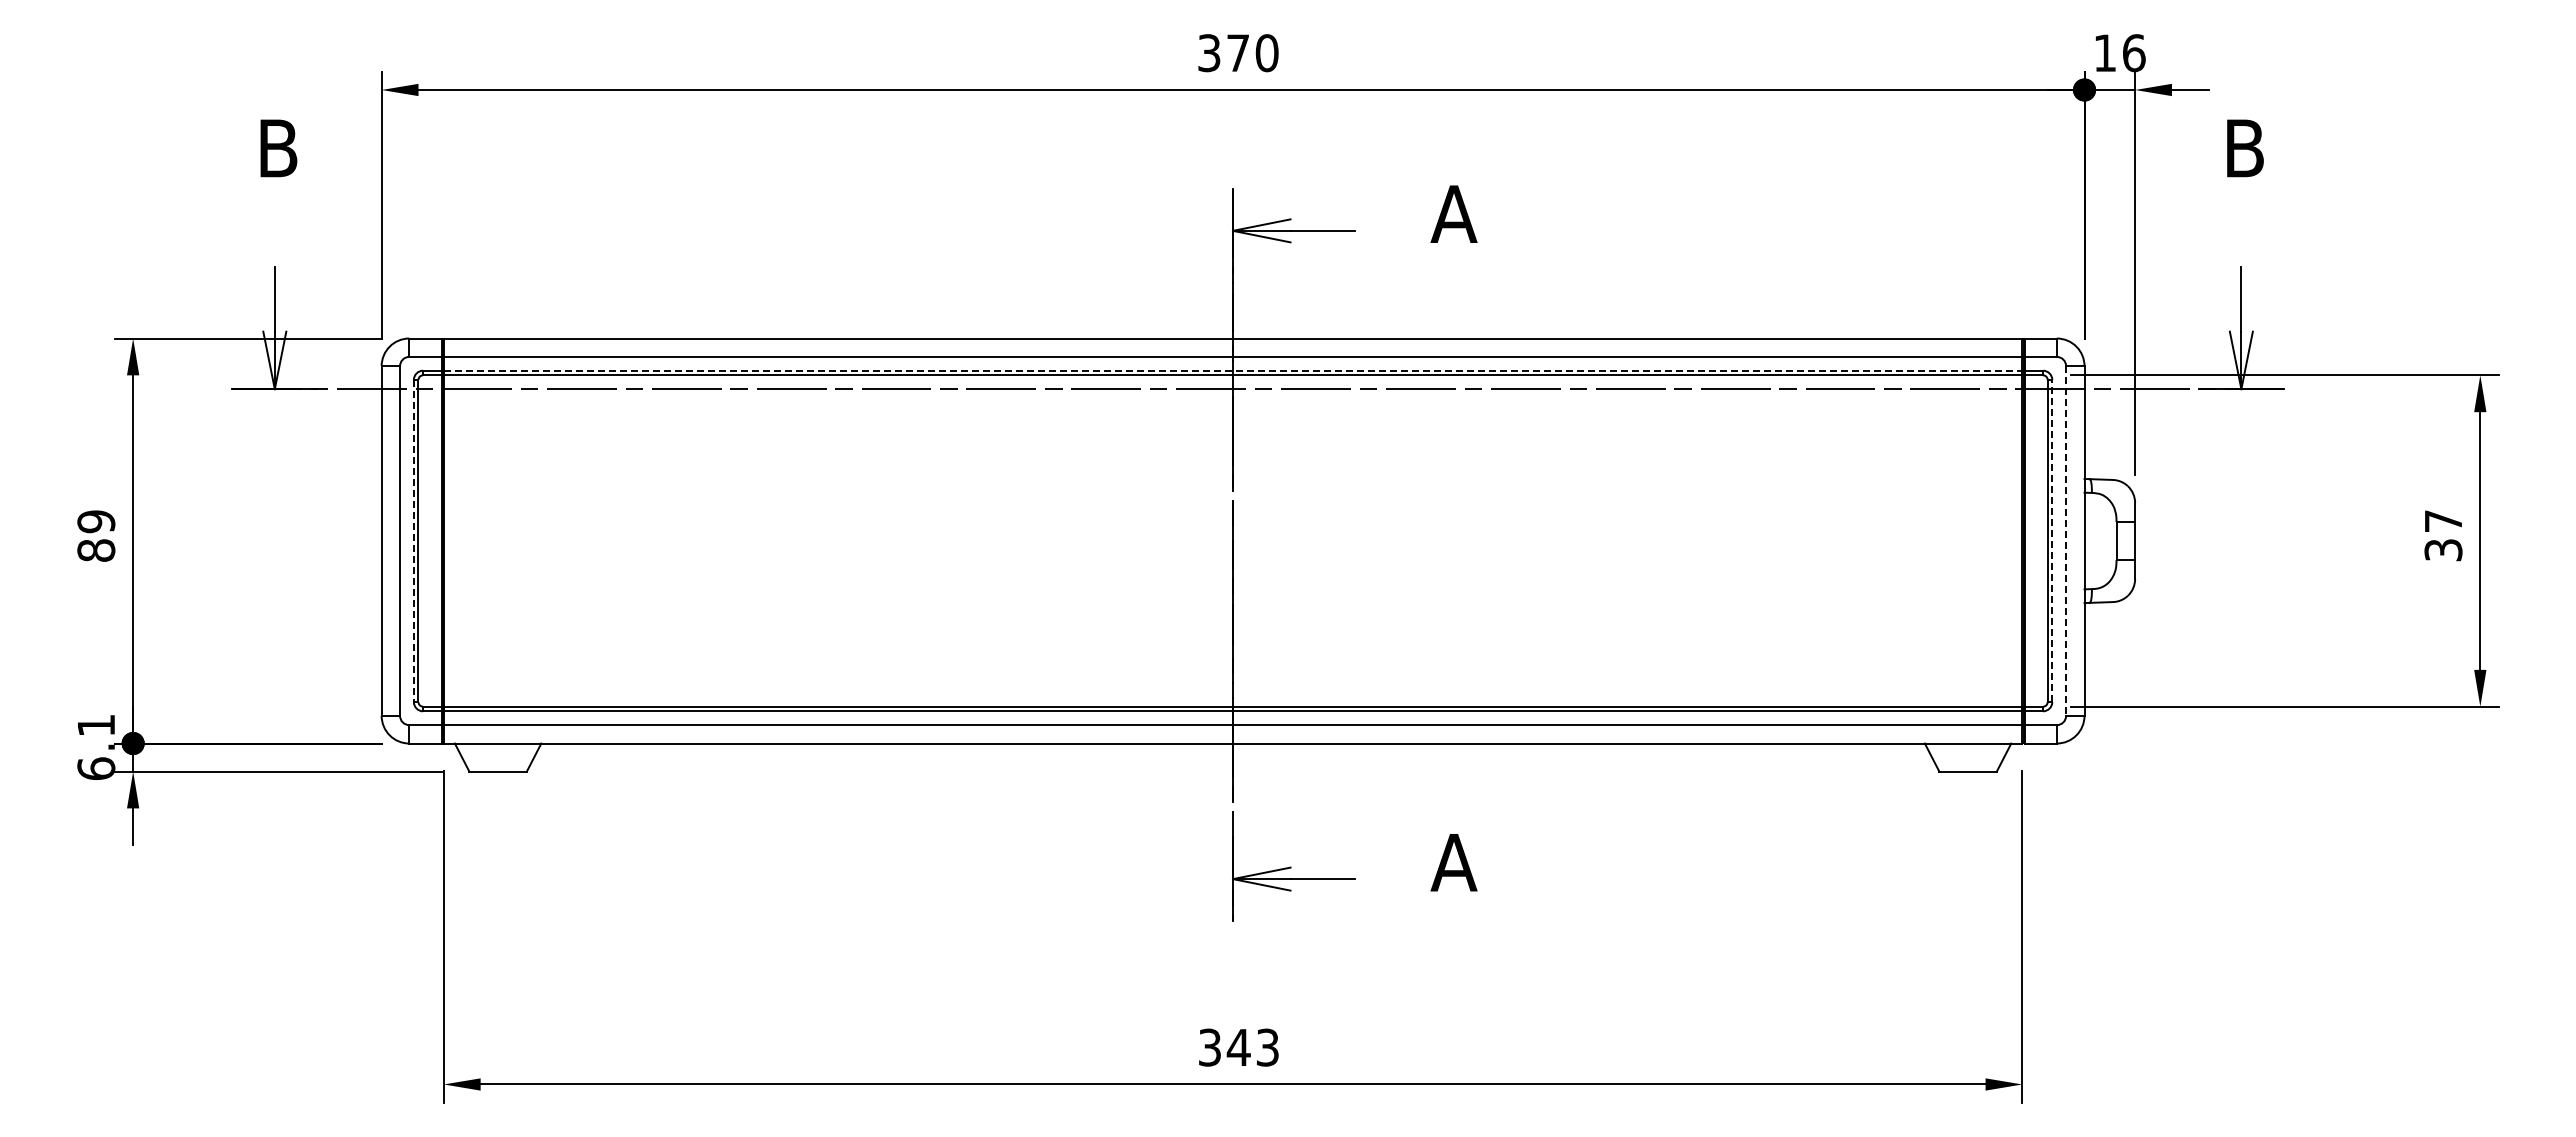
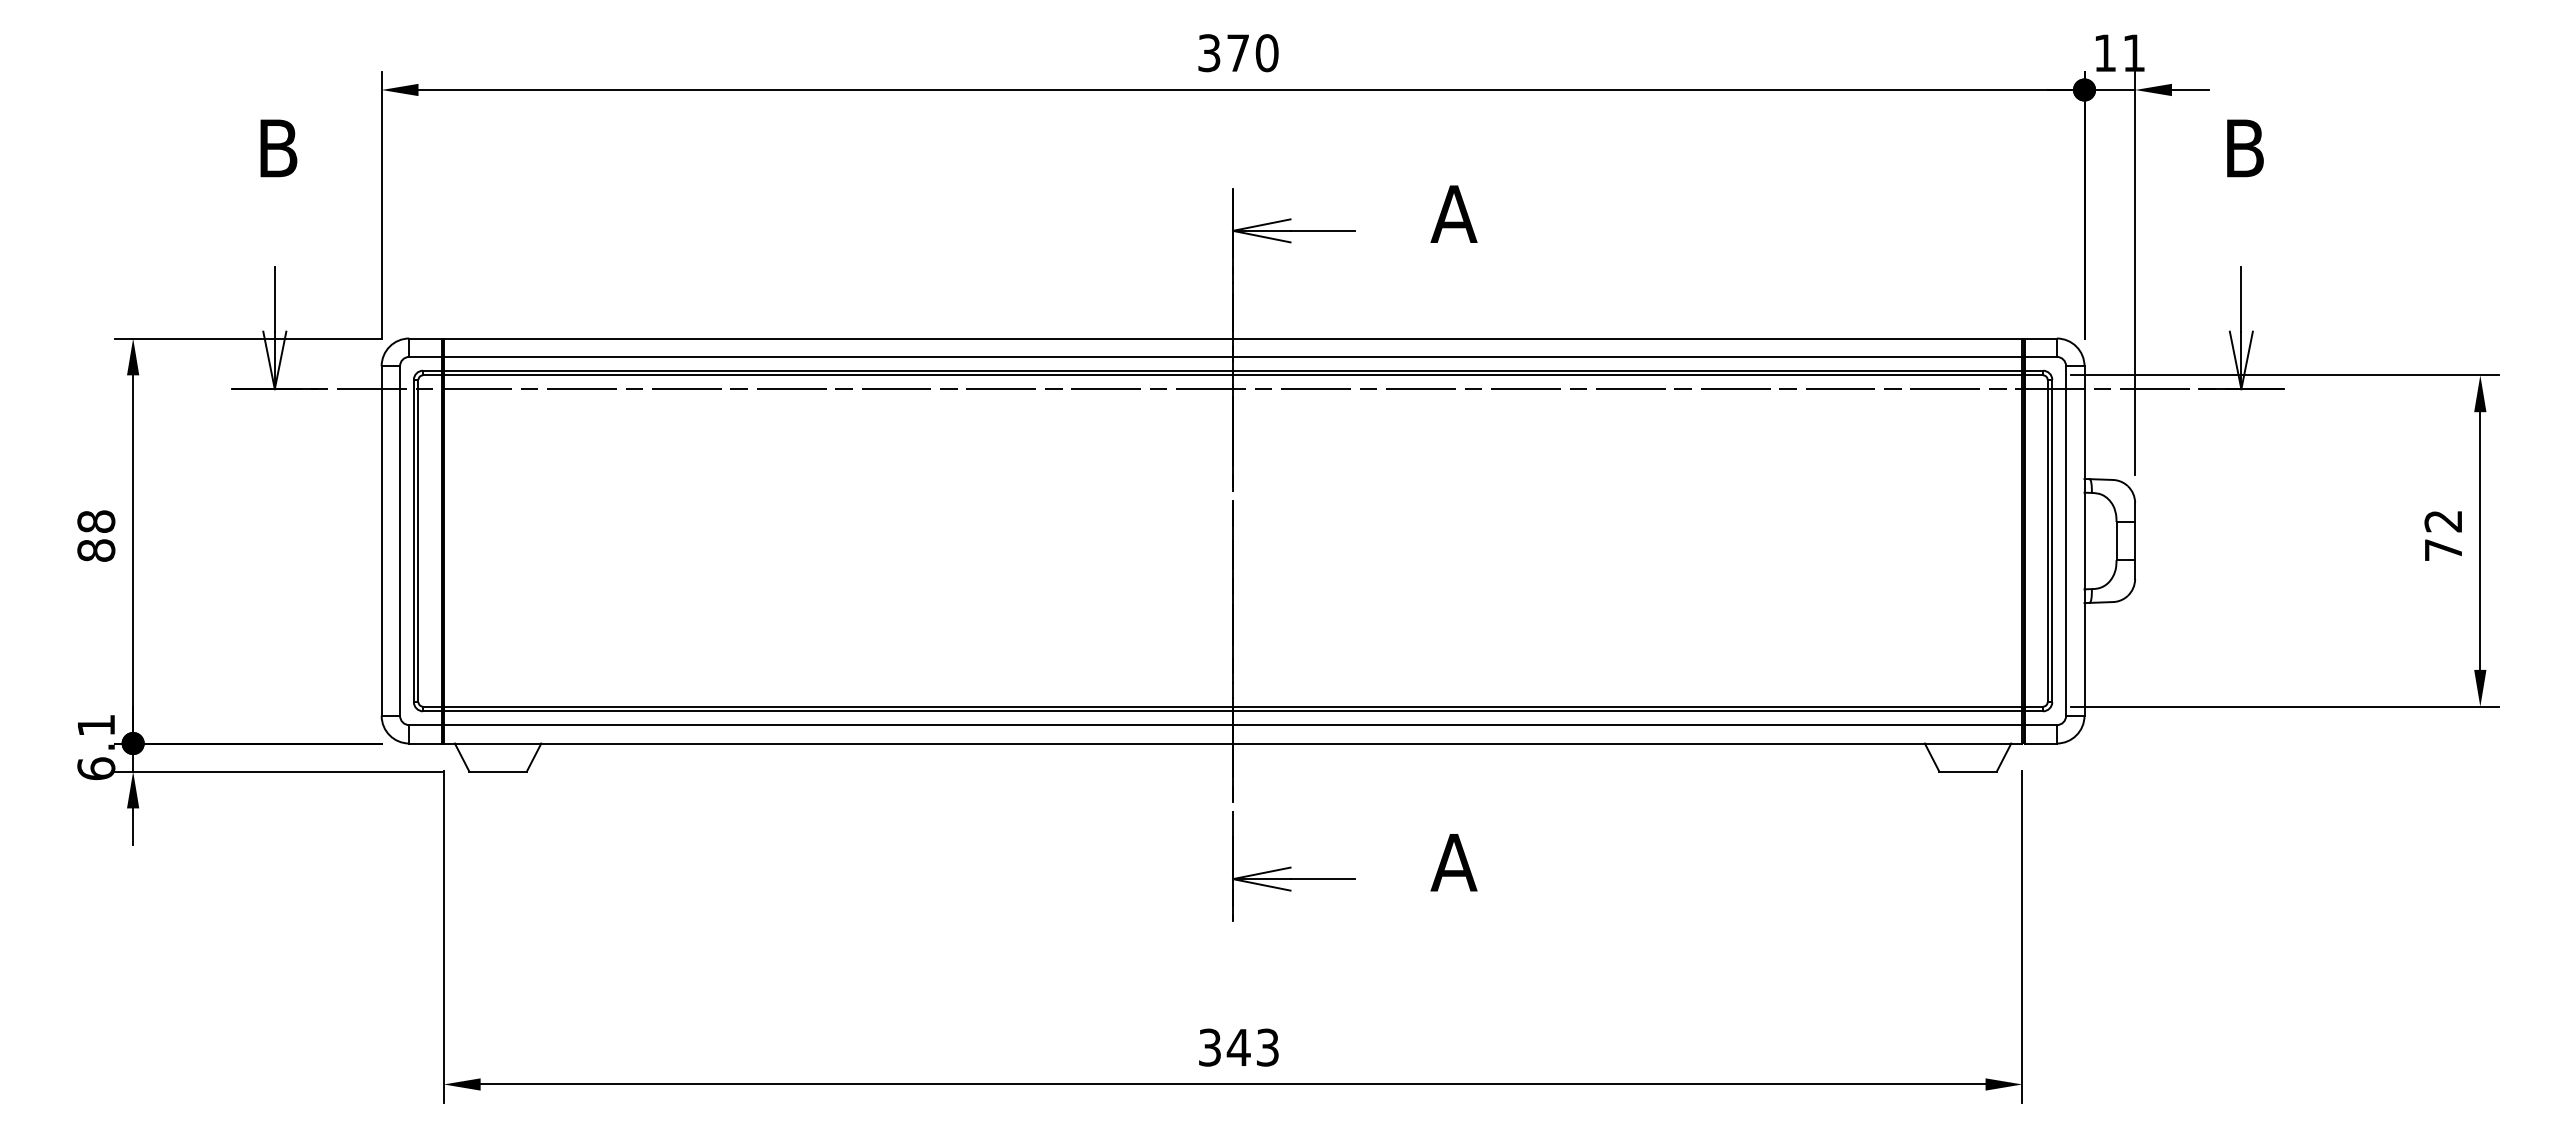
text at (2134, 53): 16 -> 11
line at (1233, 370): dashed -> solid
text at (96, 521): 89 -> 88
text at (2443, 535): 37 -> 72
line at (2052, 540): dashed -> solid
line at (413, 541): dashed -> solid
line at (2066, 541): dashed -> solid
